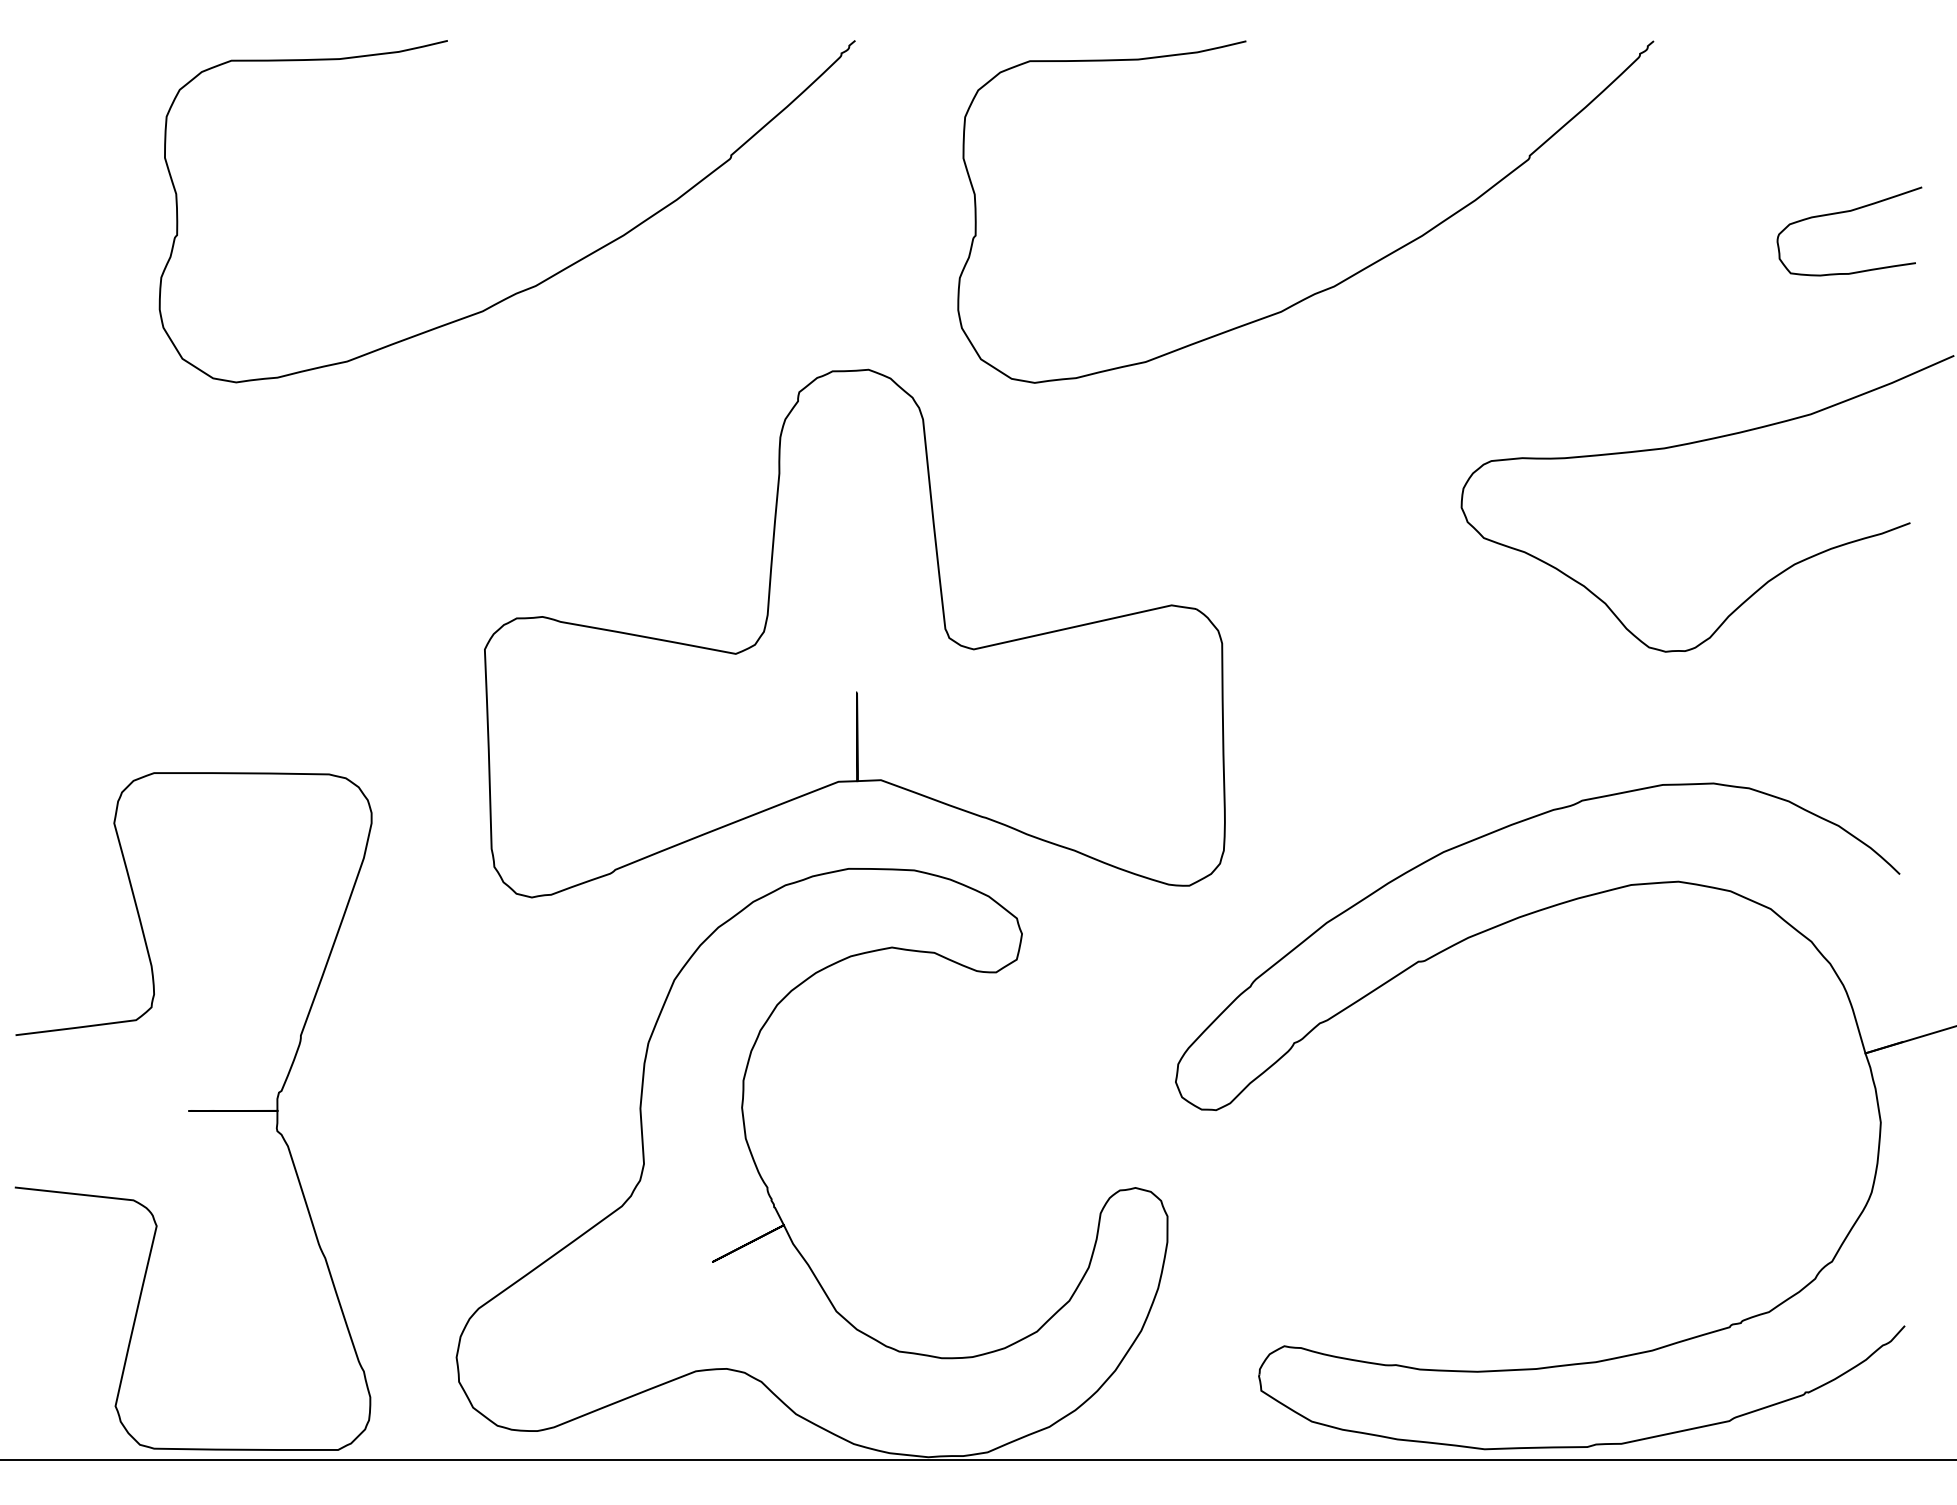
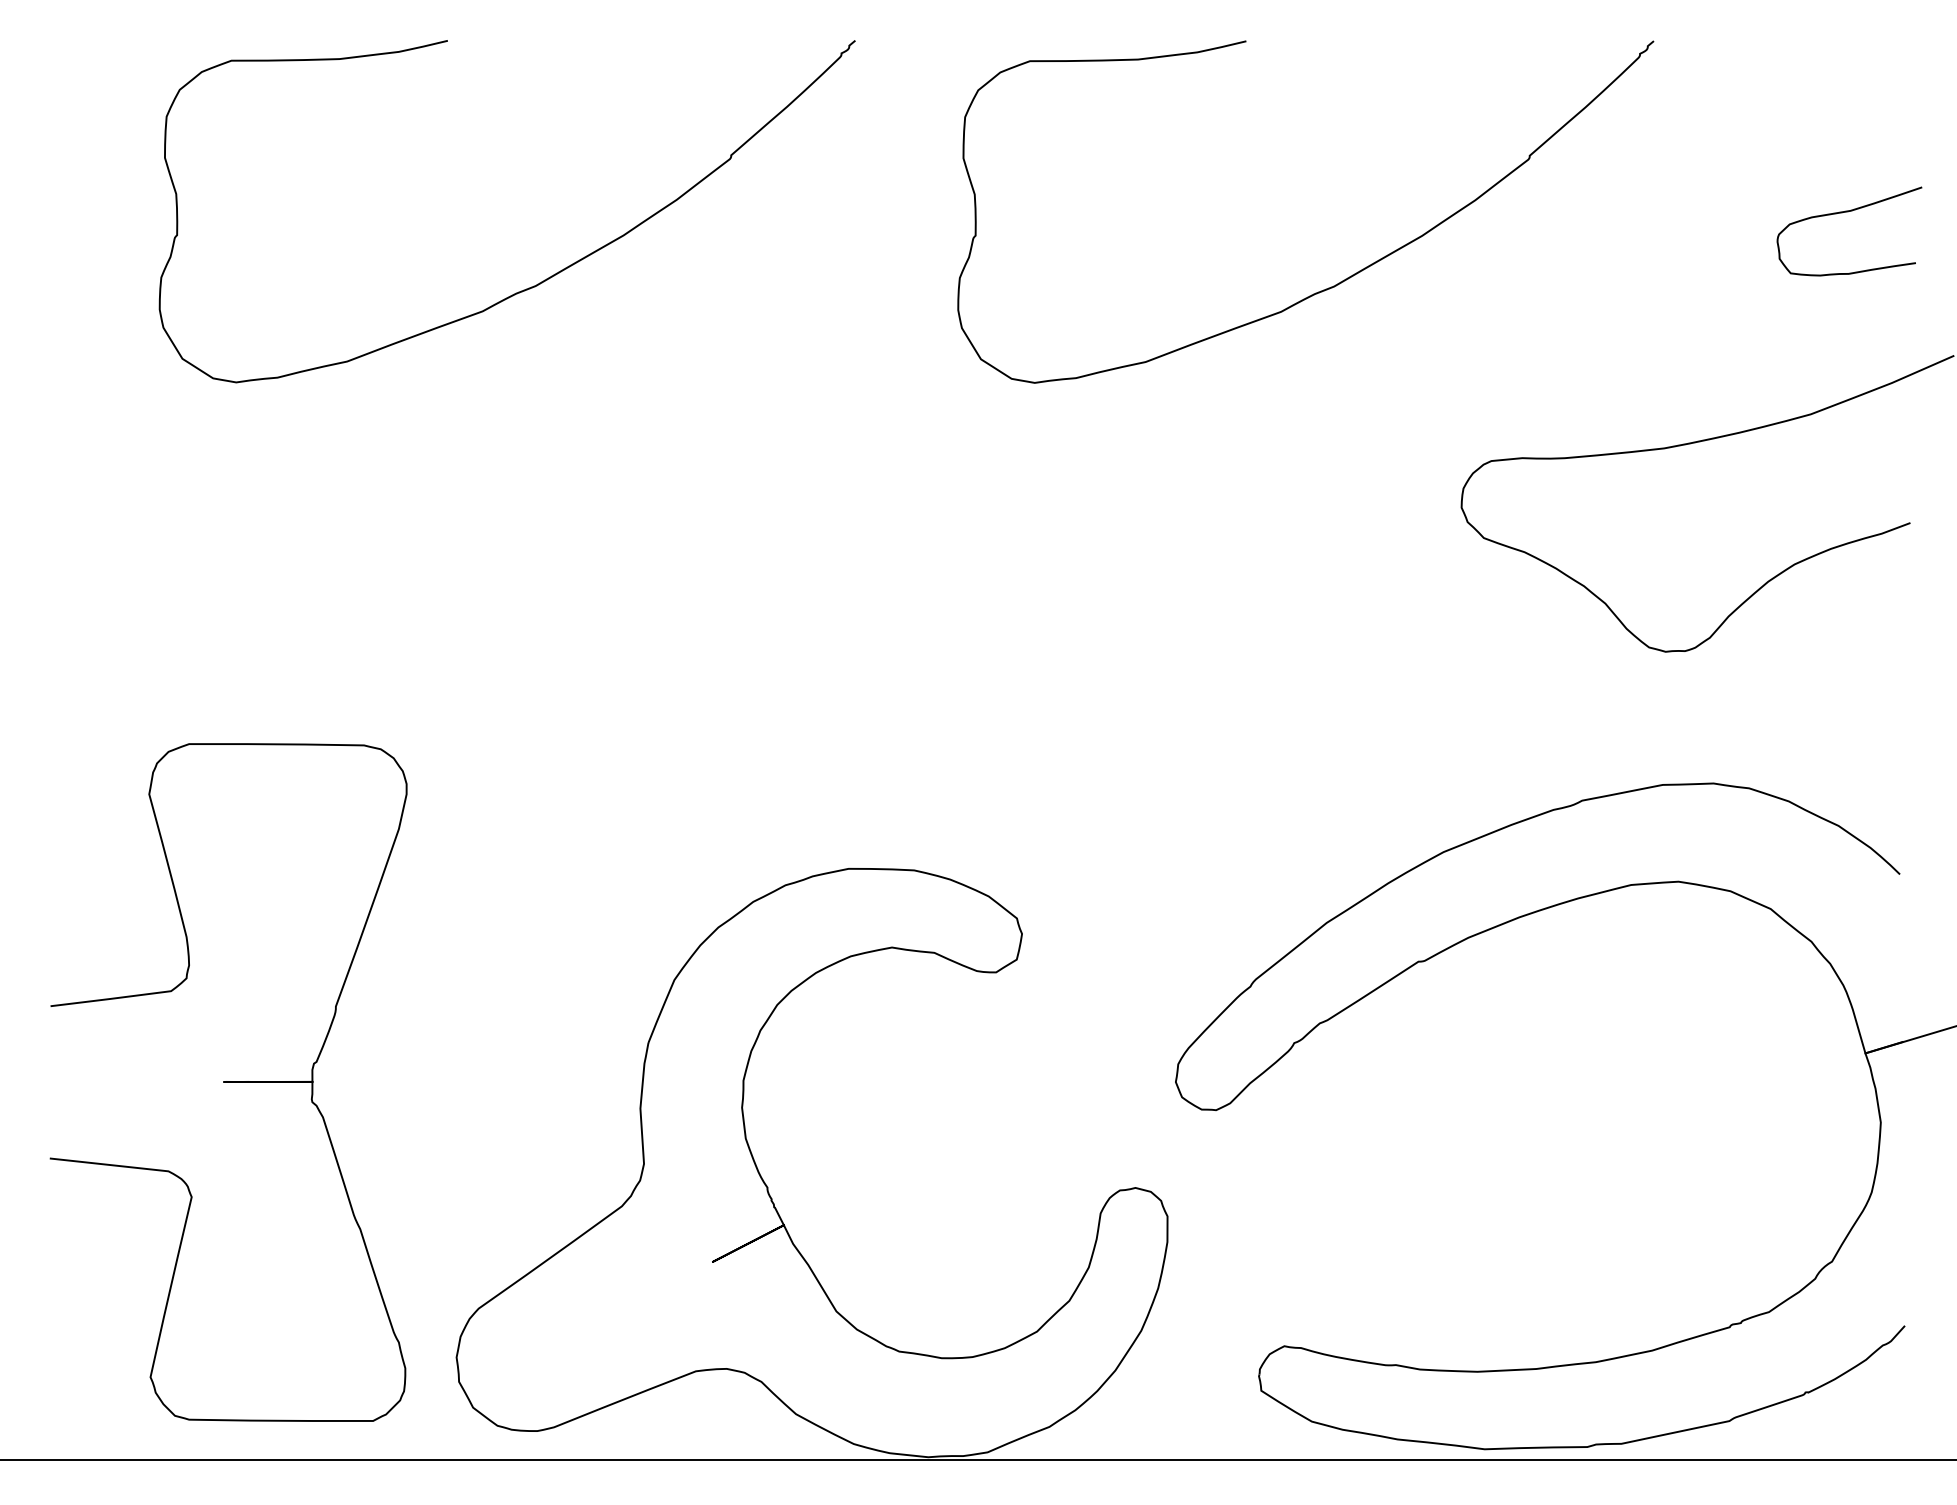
part at (854, 633): present -> none
curve at (193, 1111) position: (193, 1111) -> (228, 1082)
